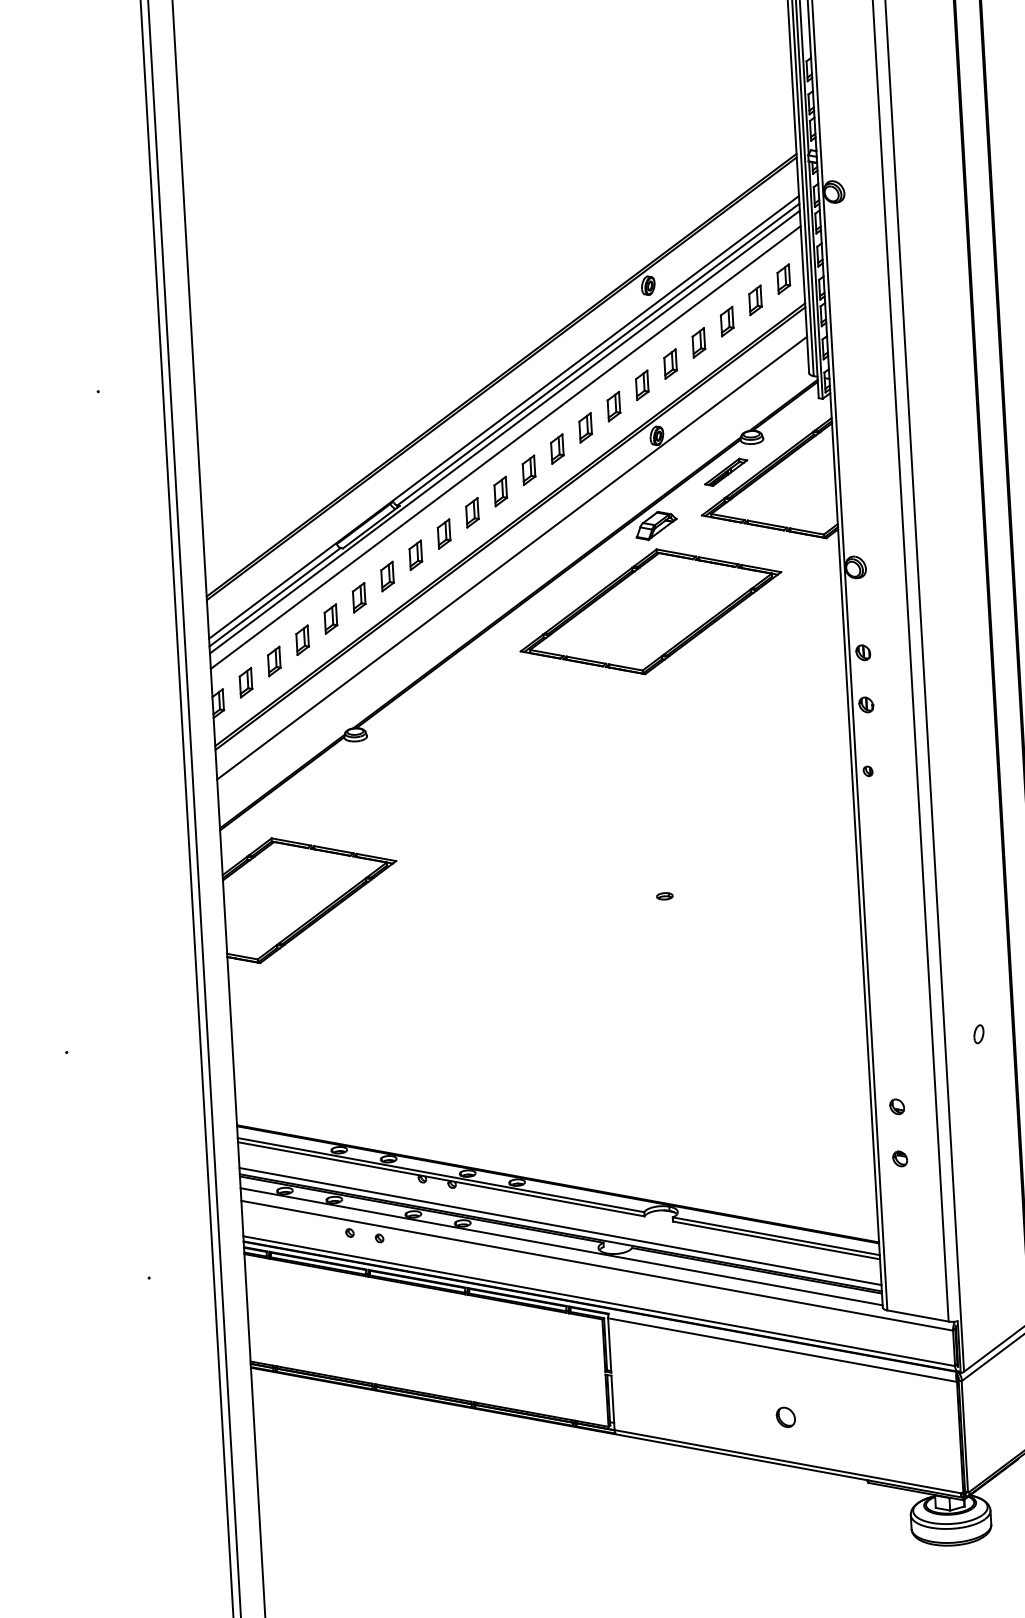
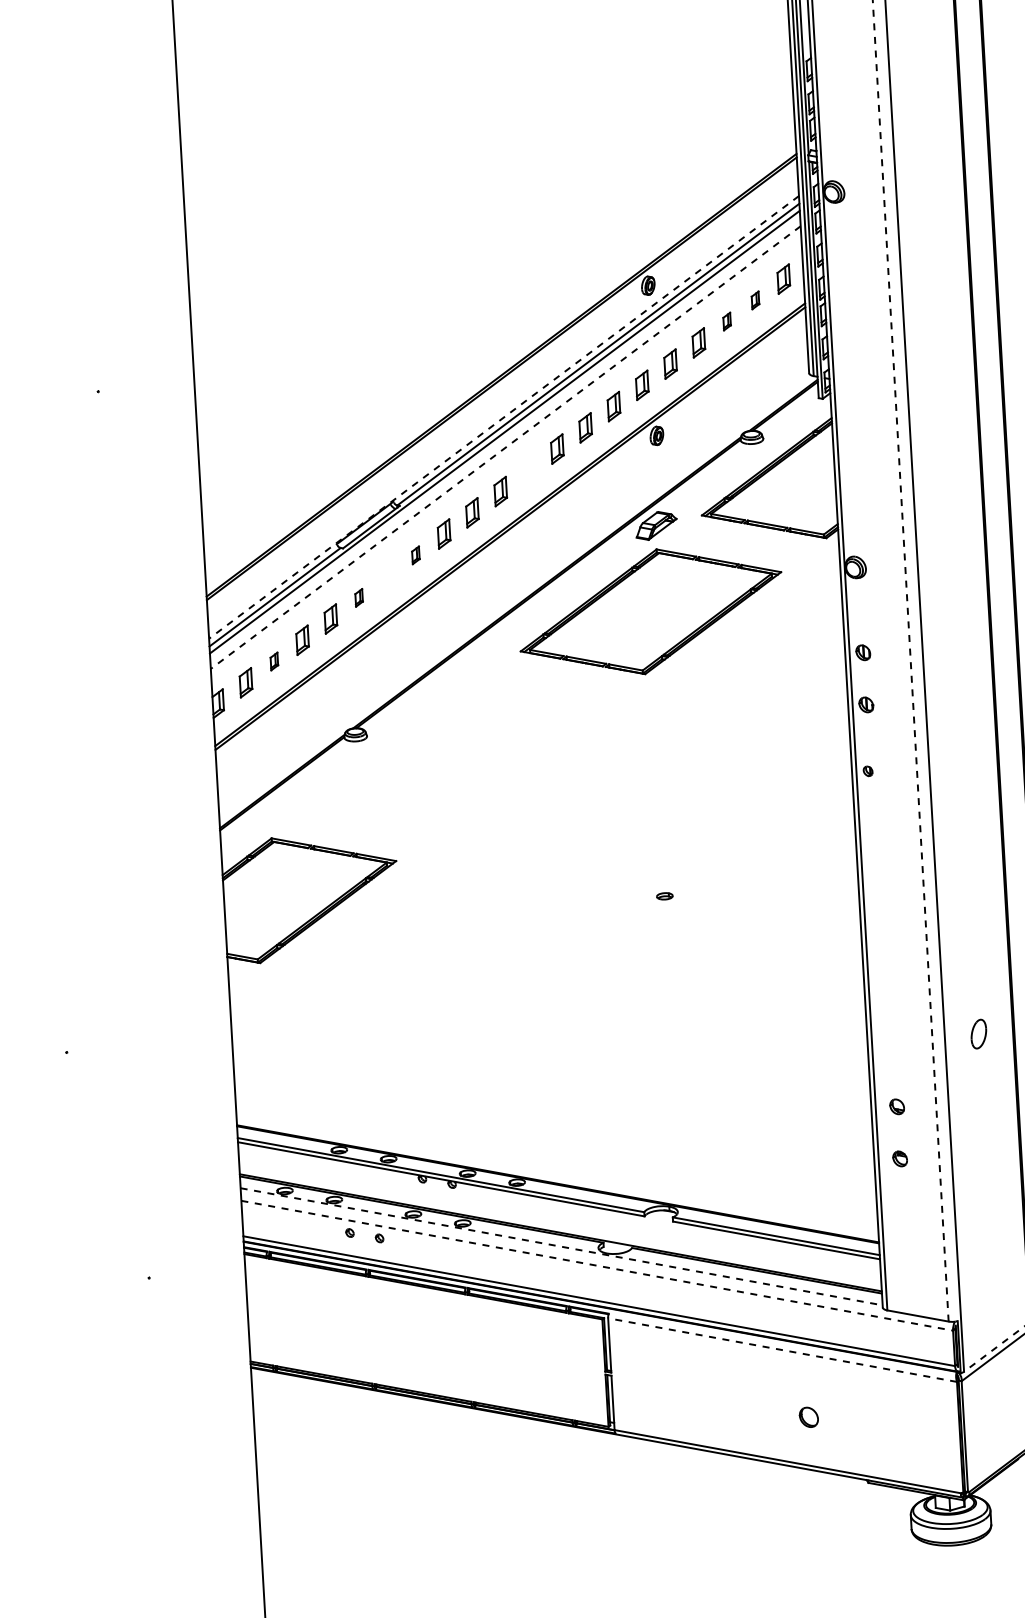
part at (755, 300) size: 15x33 px -> 11x21 px
part at (726, 321) size: 16x33 px -> 10x21 px
line at (504, 417): solid -> dashed
line at (505, 447): solid -> dashed
part at (528, 469): present -> none
part at (726, 471): present -> none
part at (415, 555) size: 16x33 px -> 10x21 px
line at (512, 557): present -> none
part at (387, 576): present -> none
part at (358, 597) size: 16x32 px -> 10x20 px
line at (910, 660): solid -> dashed
part at (274, 661) size: 15x33 px -> 11x21 px
line at (186, 808): present -> none
line at (194, 808): present -> none
part at (978, 1034) size: 12x21 px -> 18x32 px
line at (560, 1226): present -> none
line at (562, 1246): solid -> dashed
line at (597, 1265): solid -> dashed
line at (994, 1349): solid -> dashed
line at (782, 1350): solid -> dashed
part at (785, 1416) position: (785, 1416) -> (808, 1416)
